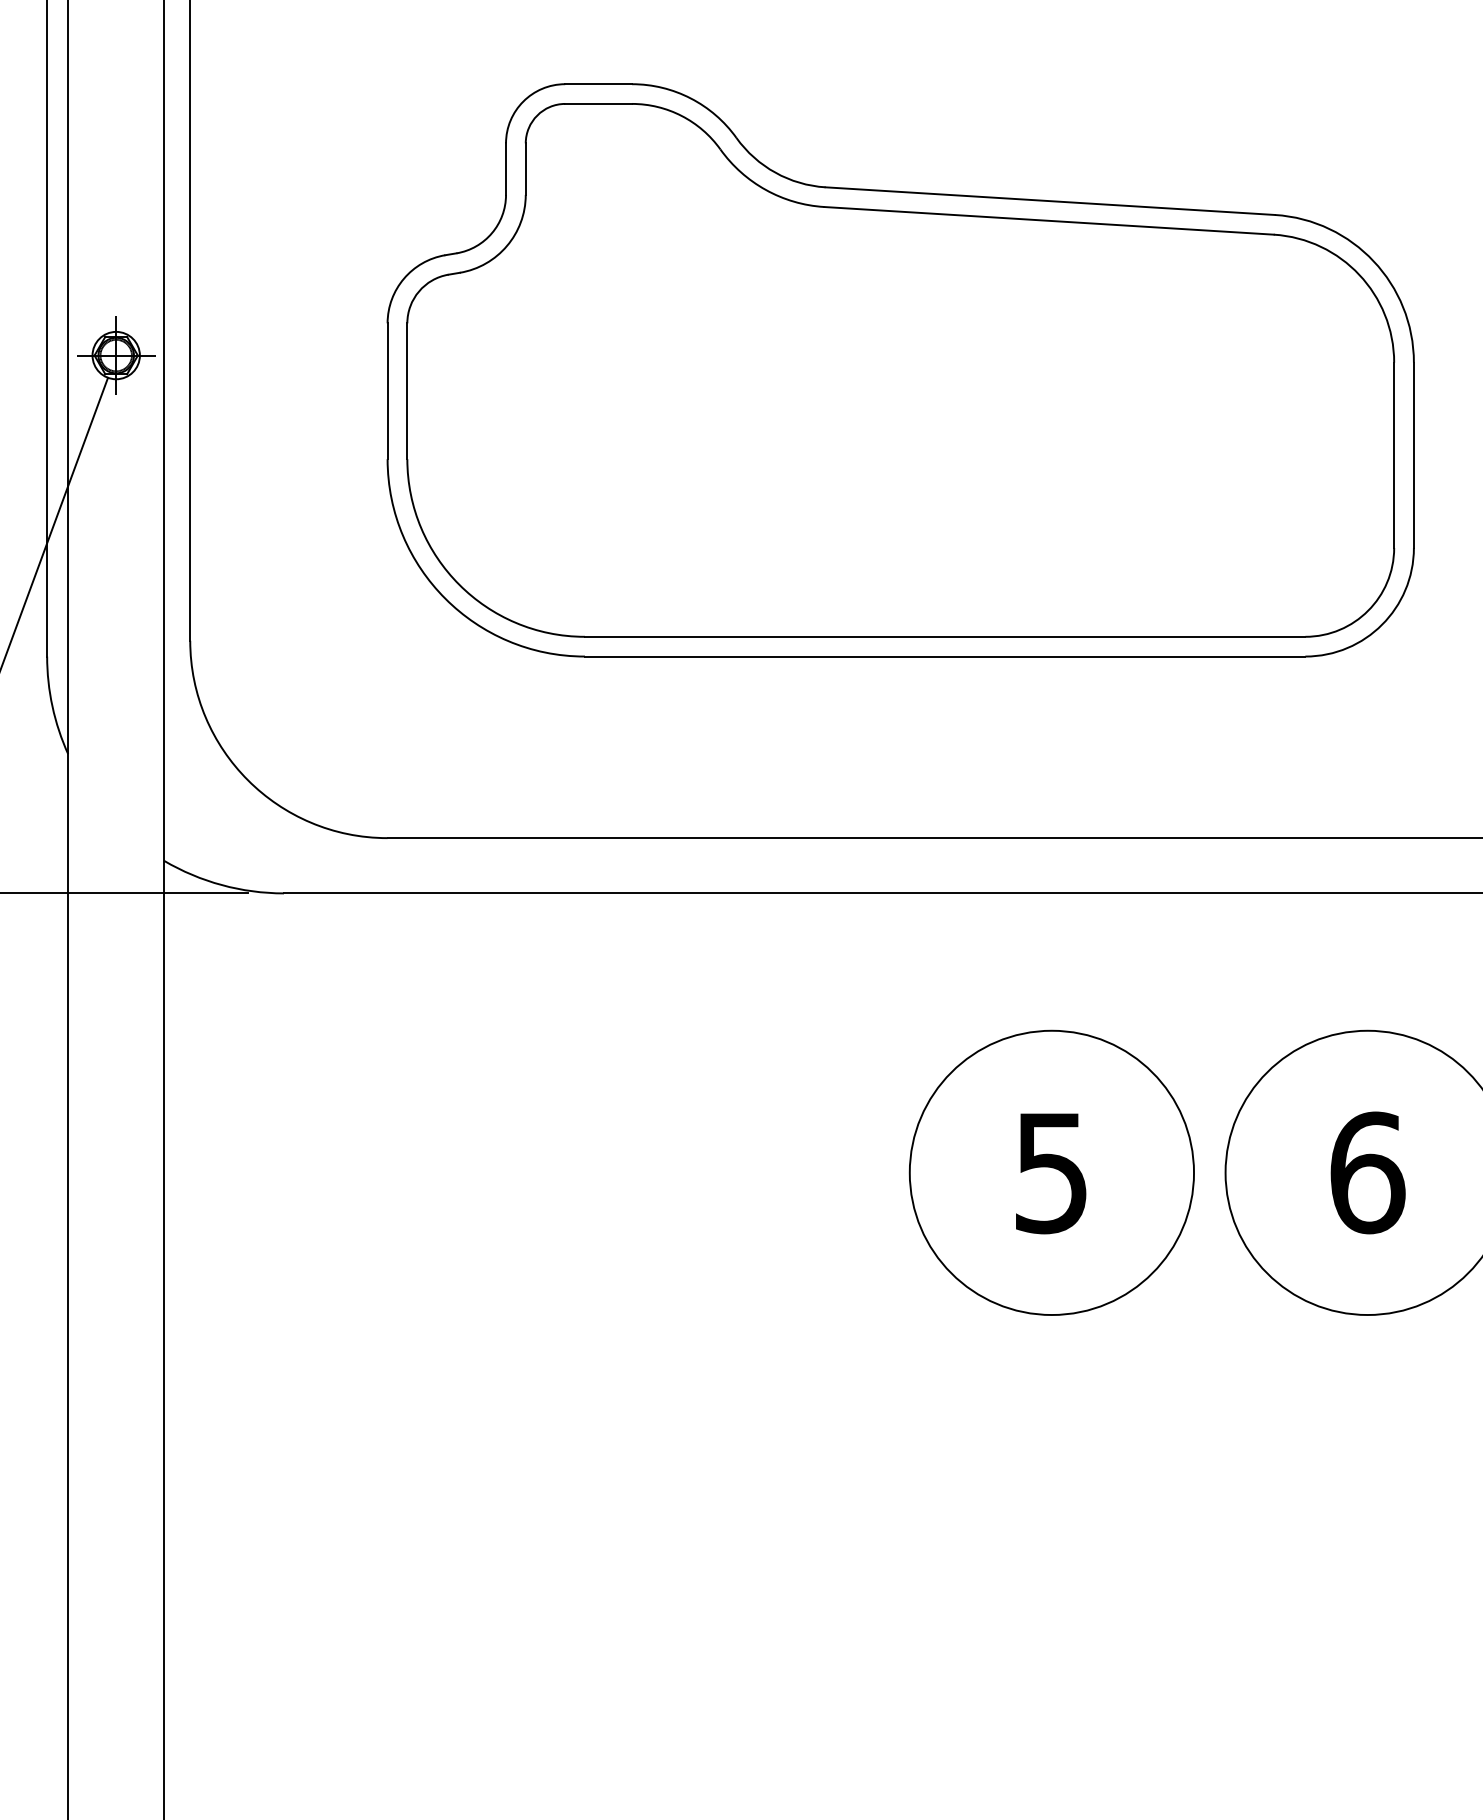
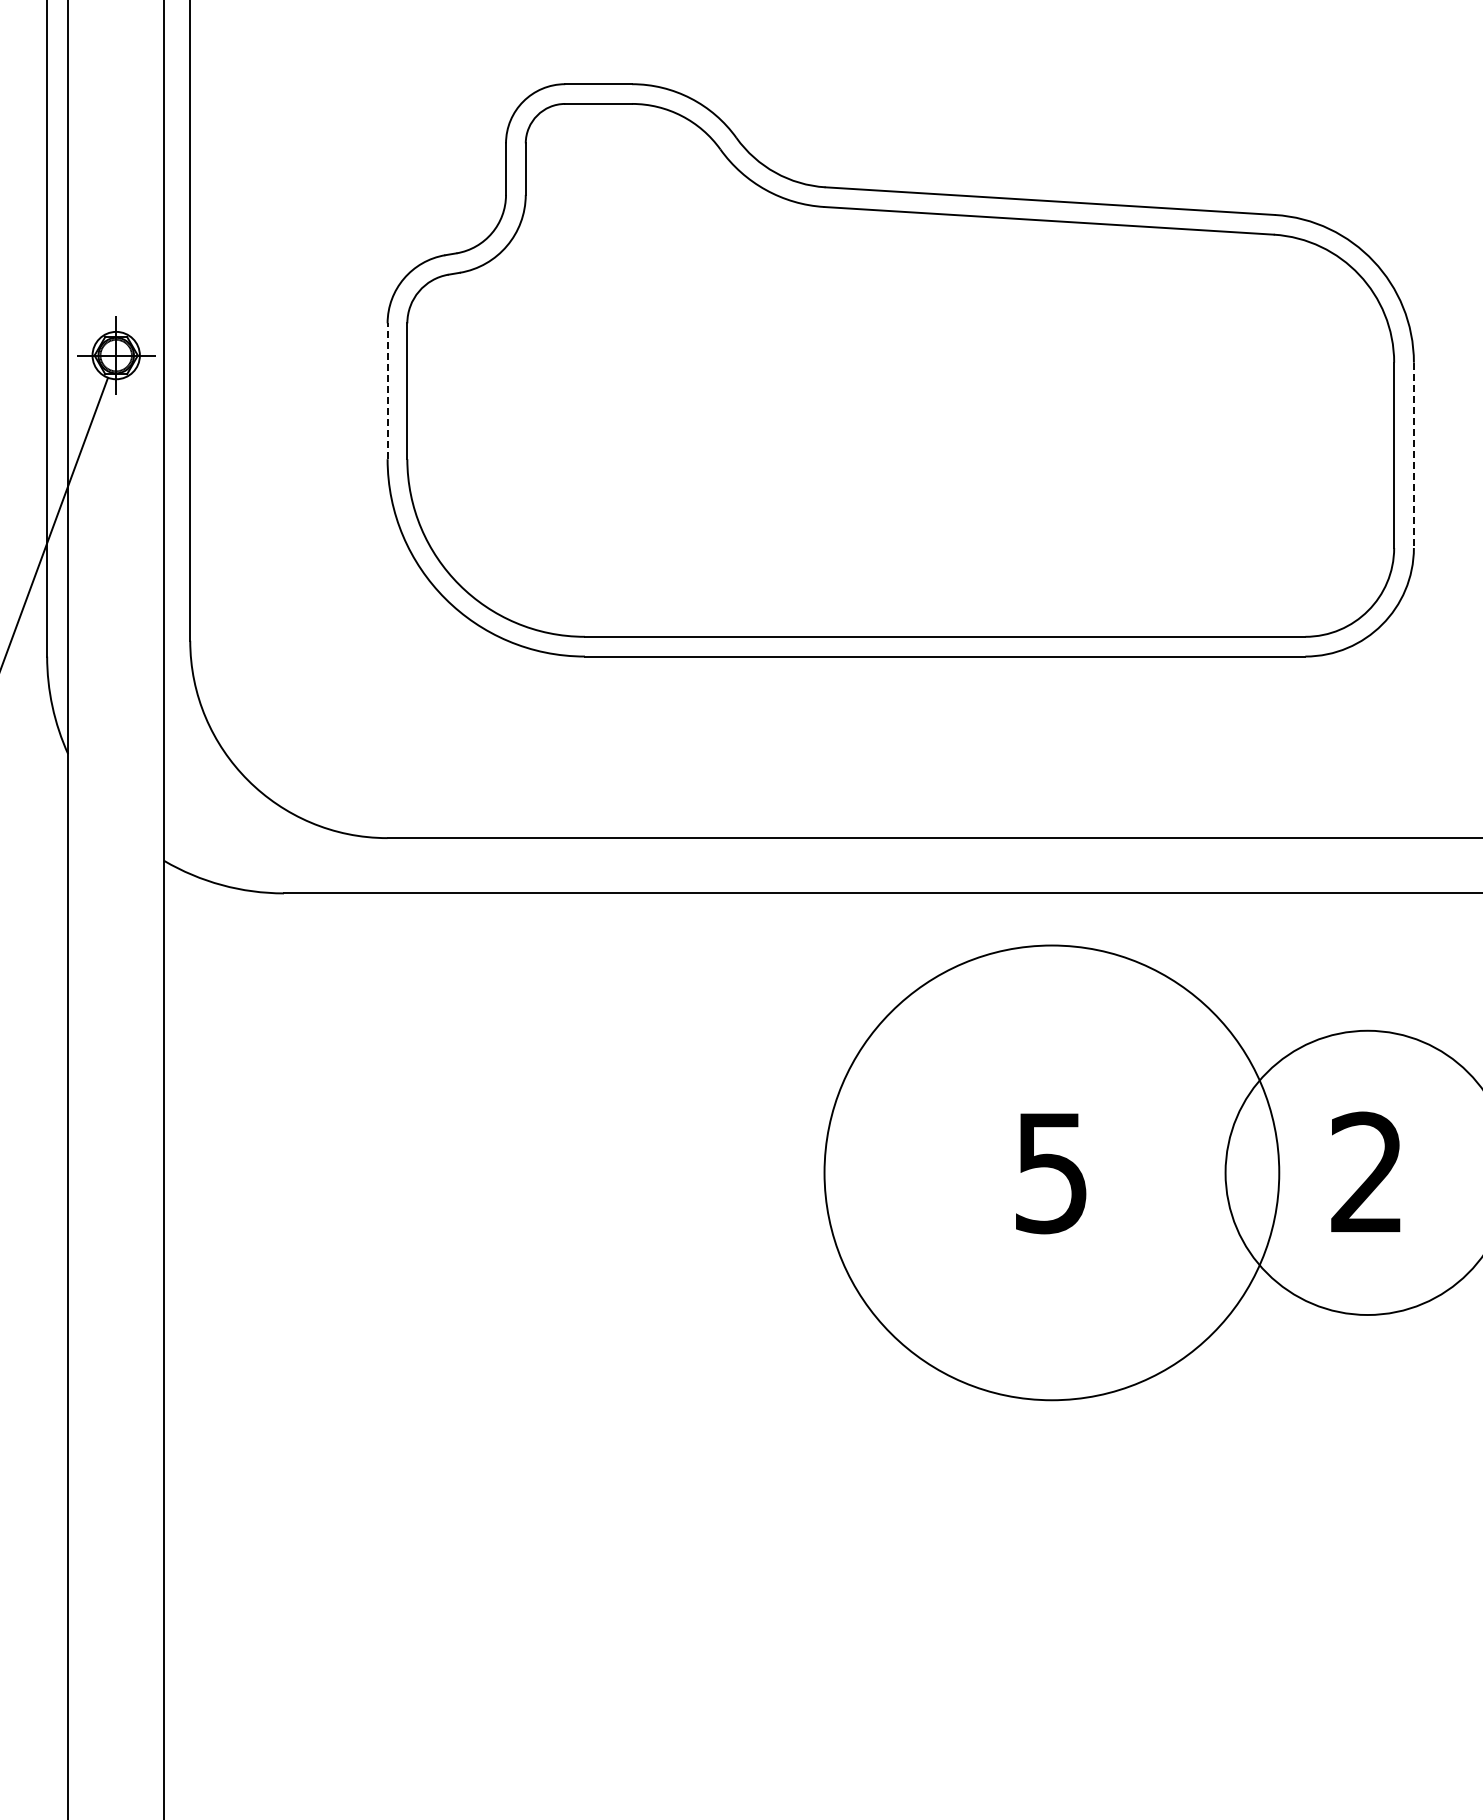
line at (387, 391): solid -> dashed
line at (1413, 455): solid -> dashed
line at (125, 893): present -> none
circle at (1051, 1172) diameter: 284 px -> 455 px
text at (1367, 1172): 6 -> 2
